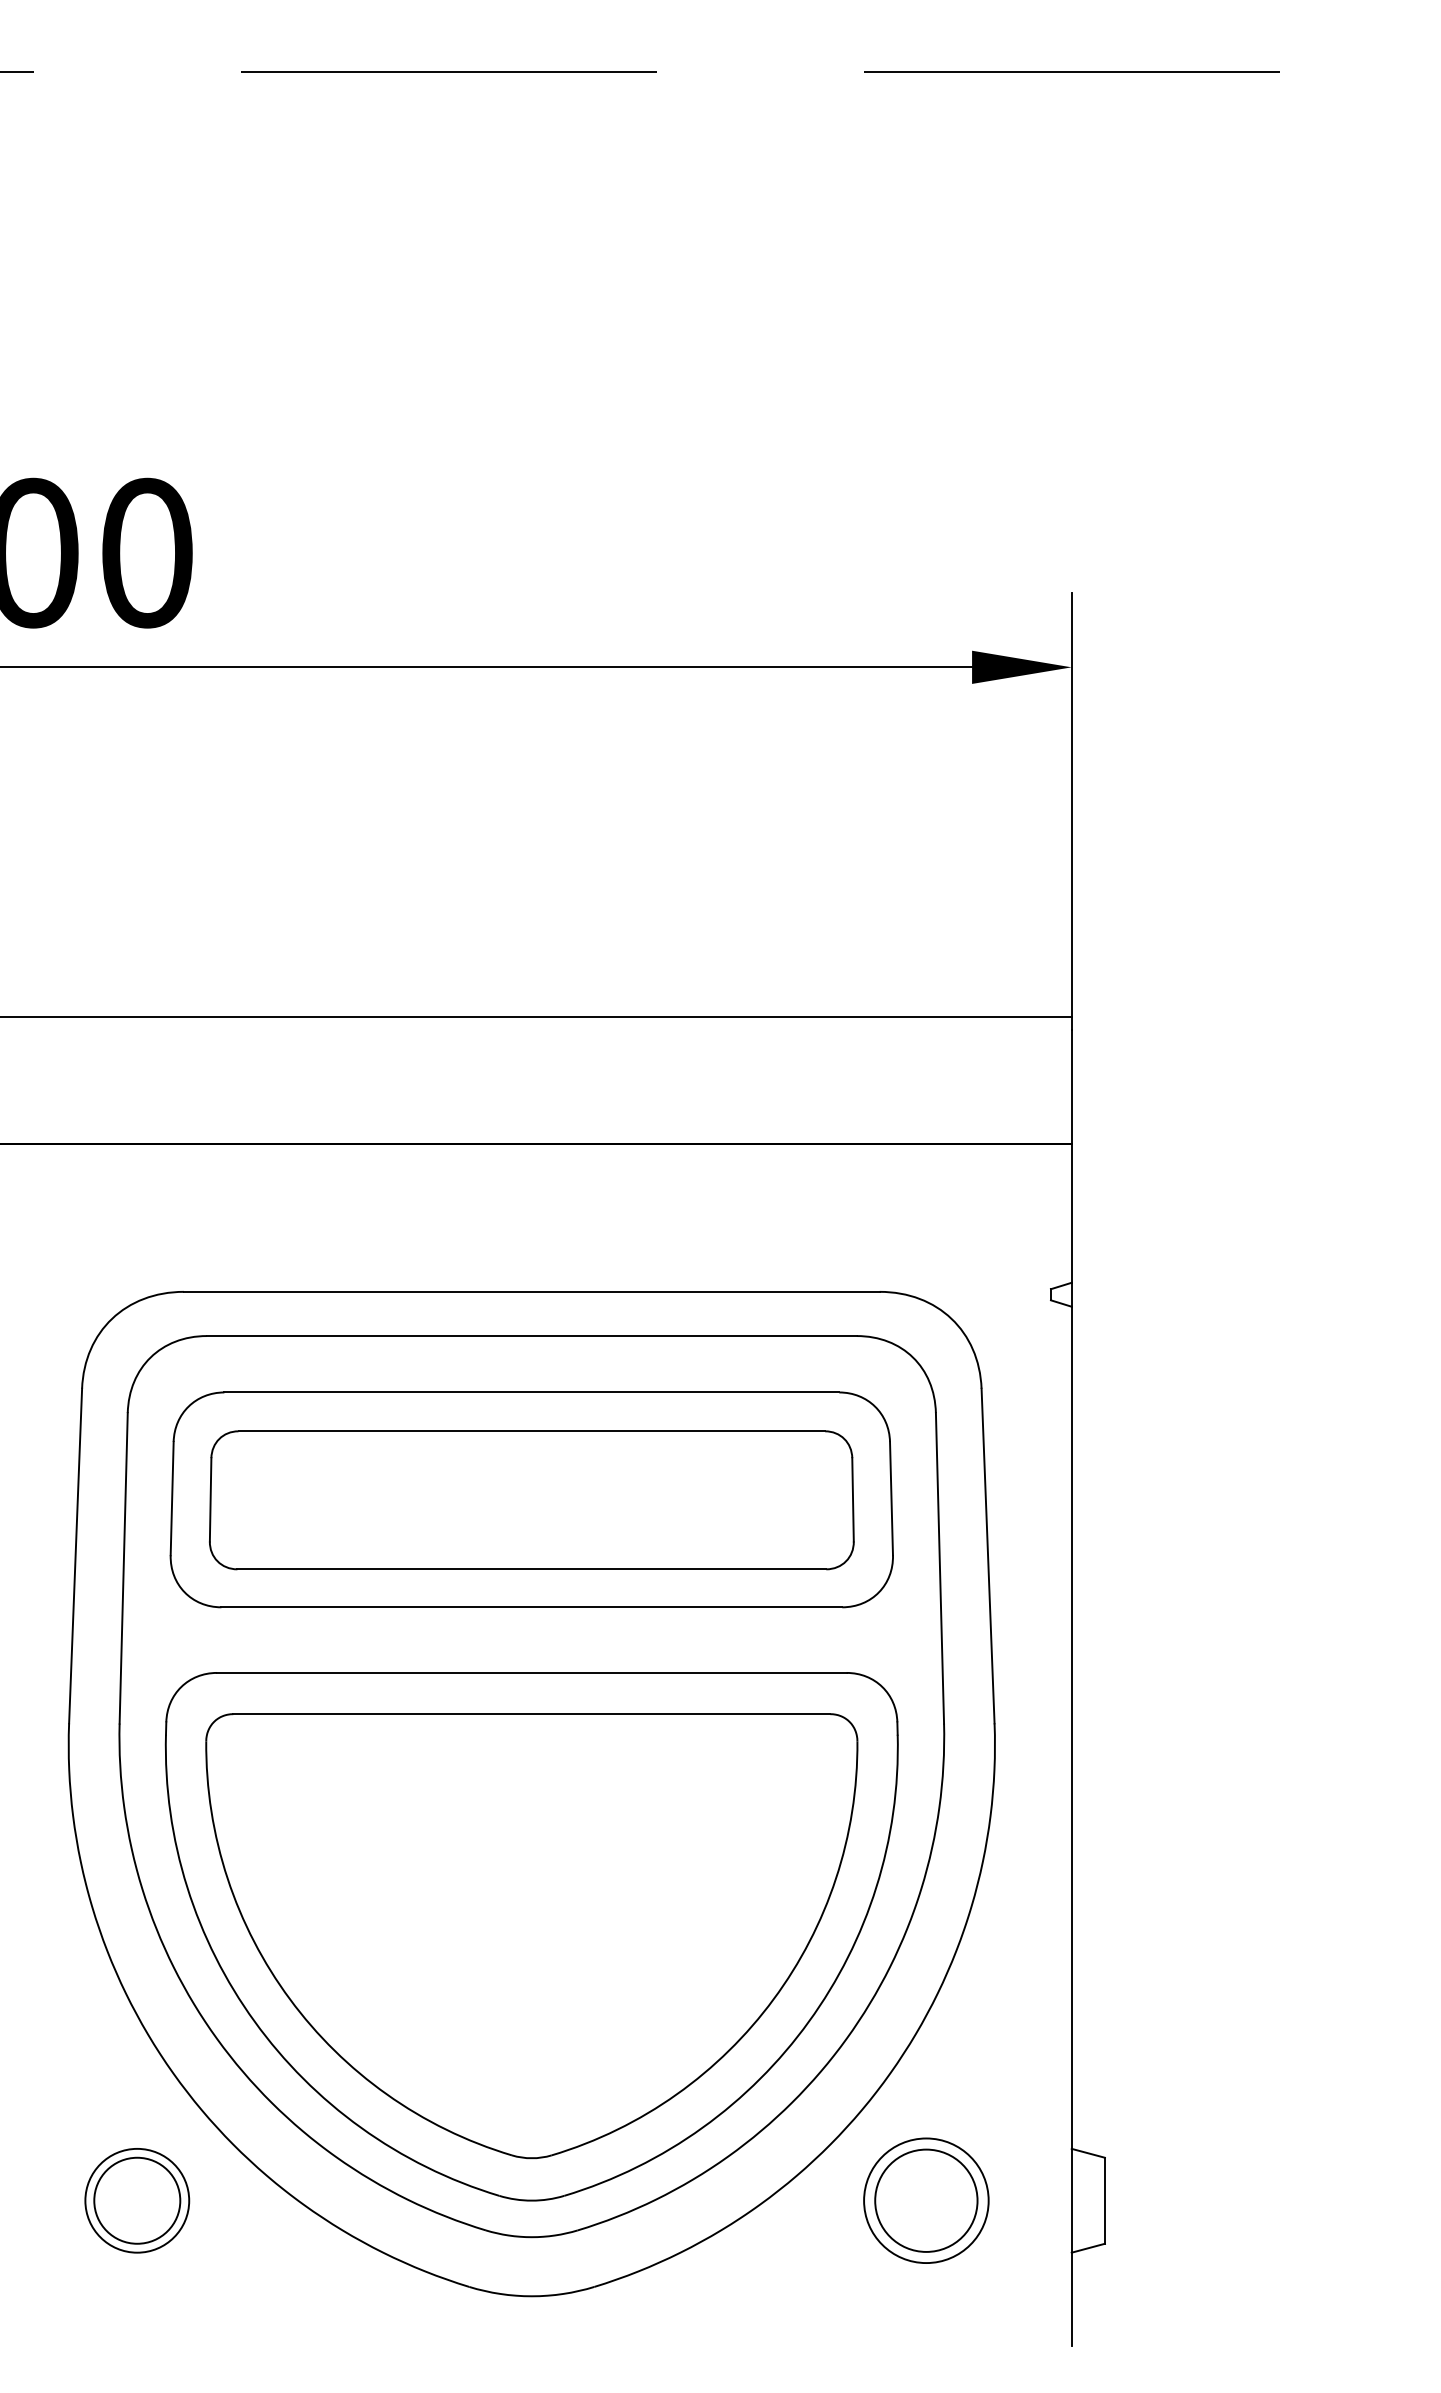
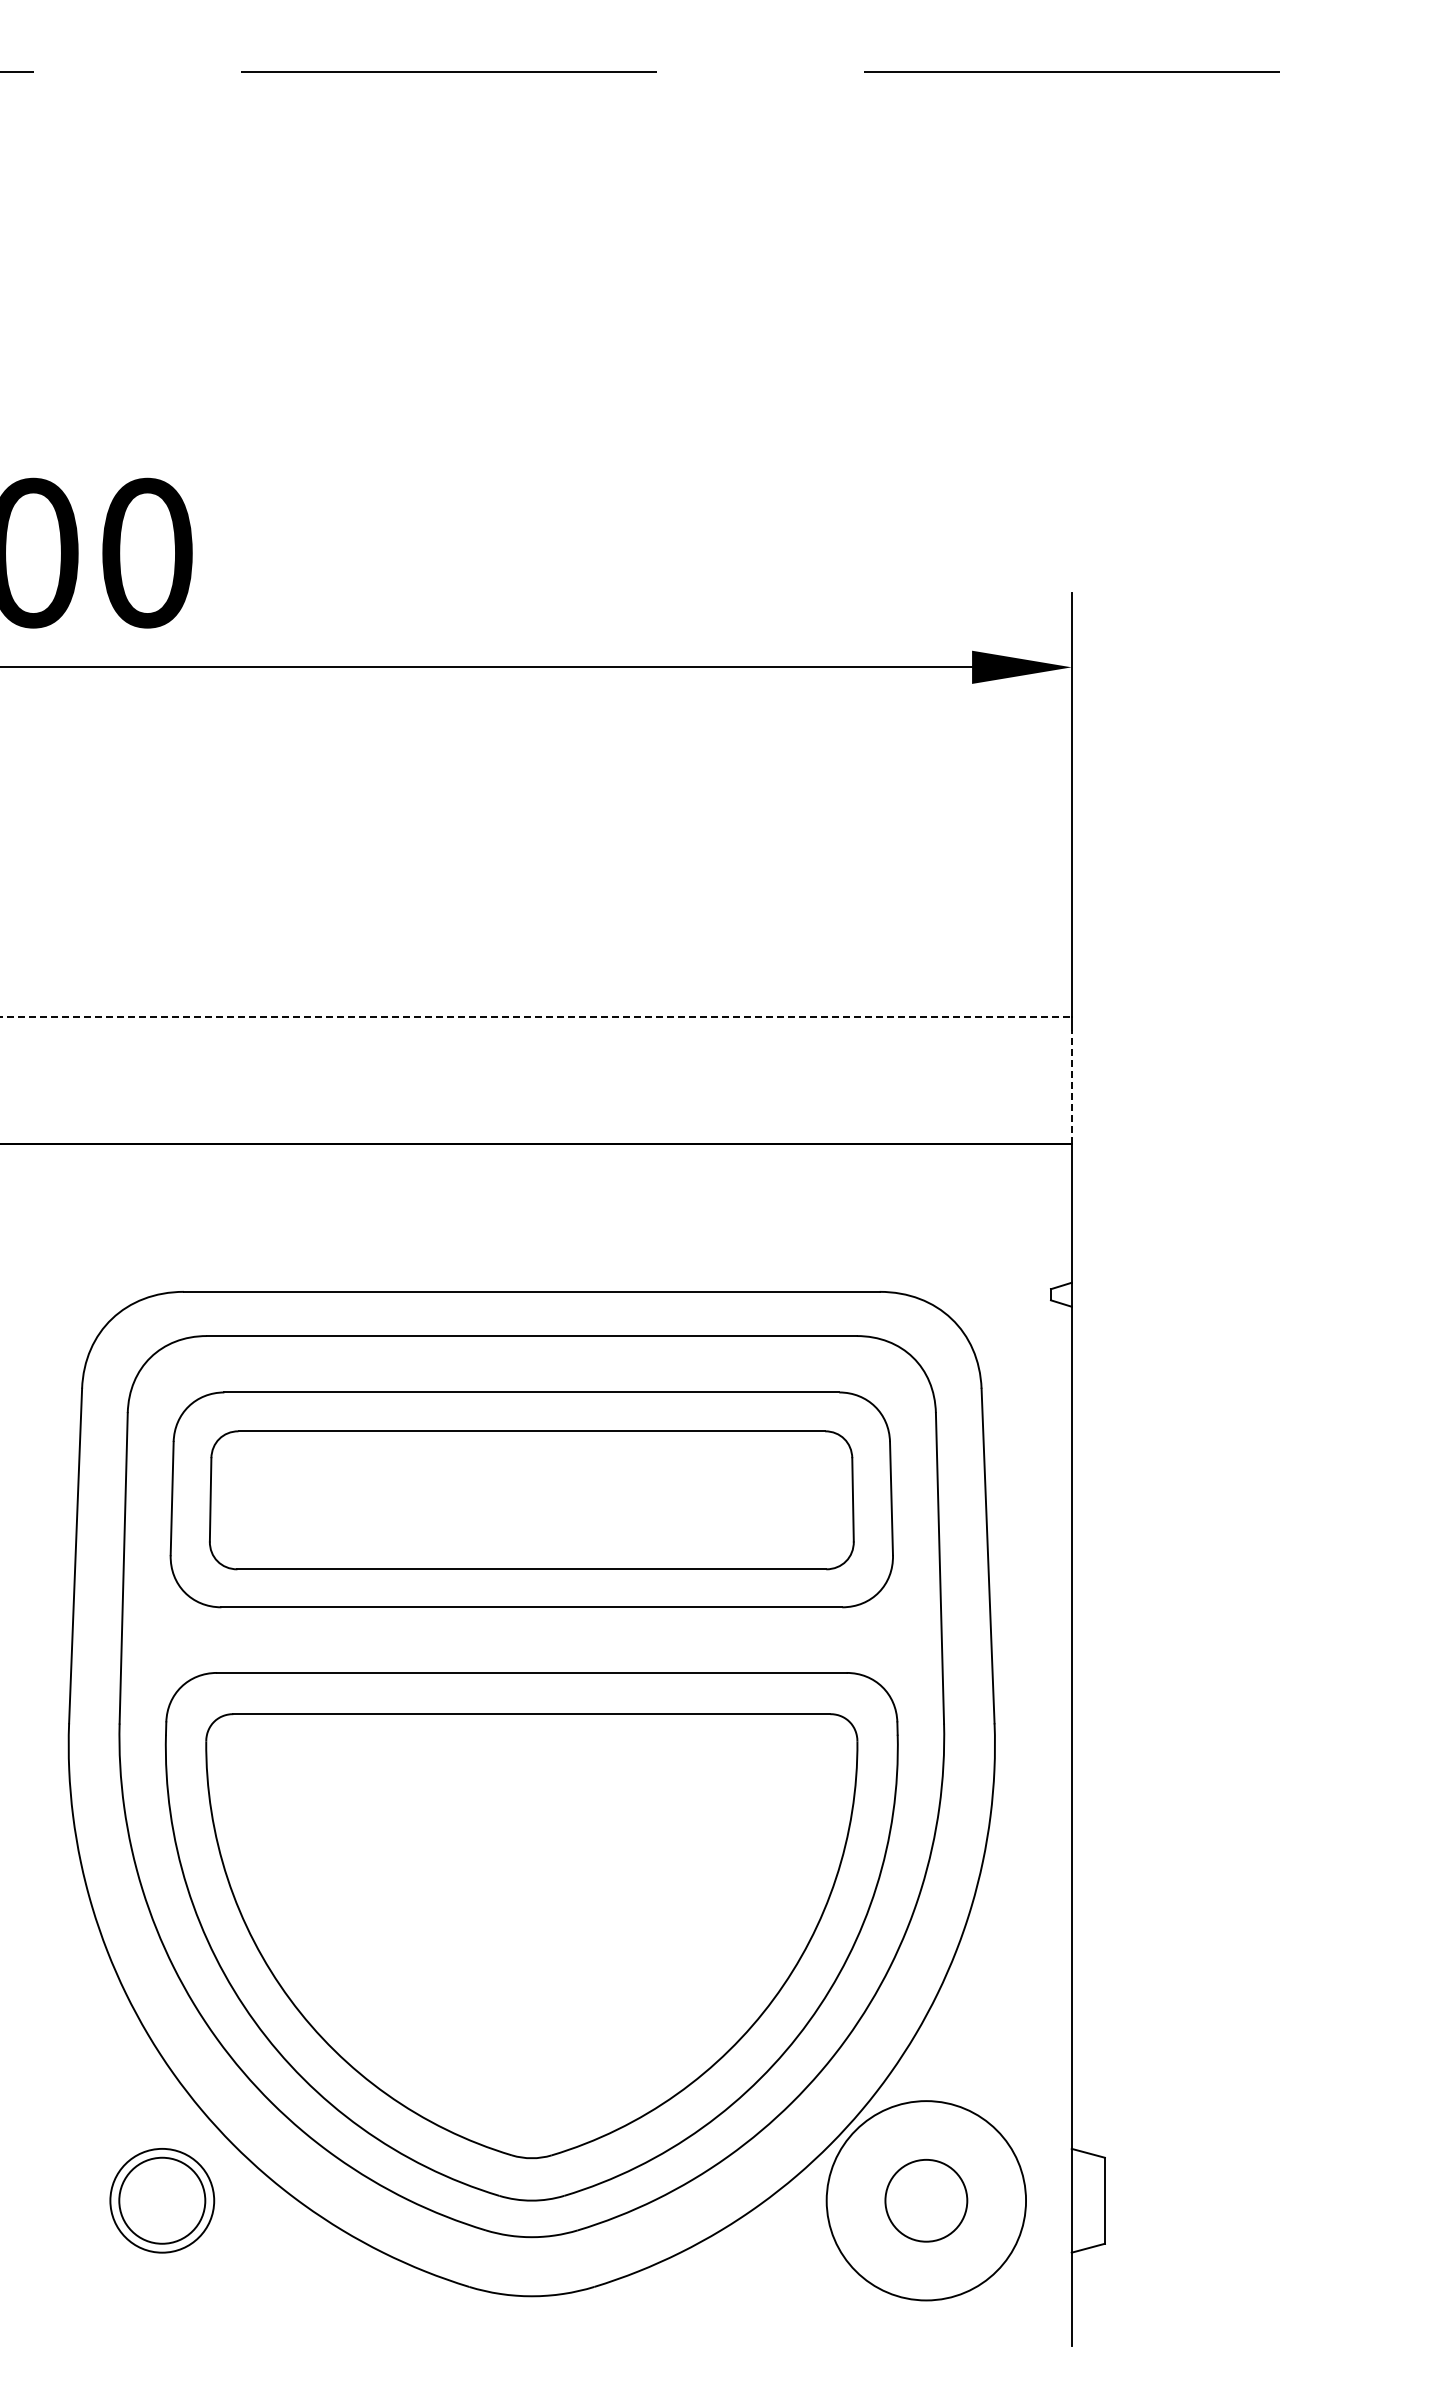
line at (536, 1017): solid -> dashed
line at (1071, 1086): solid -> dashed
part at (137, 2200) position: (137, 2200) -> (162, 2200)
circle at (926, 2200) diameter: 102 px -> 82 px
circle at (926, 2200) diameter: 125 px -> 199 px
